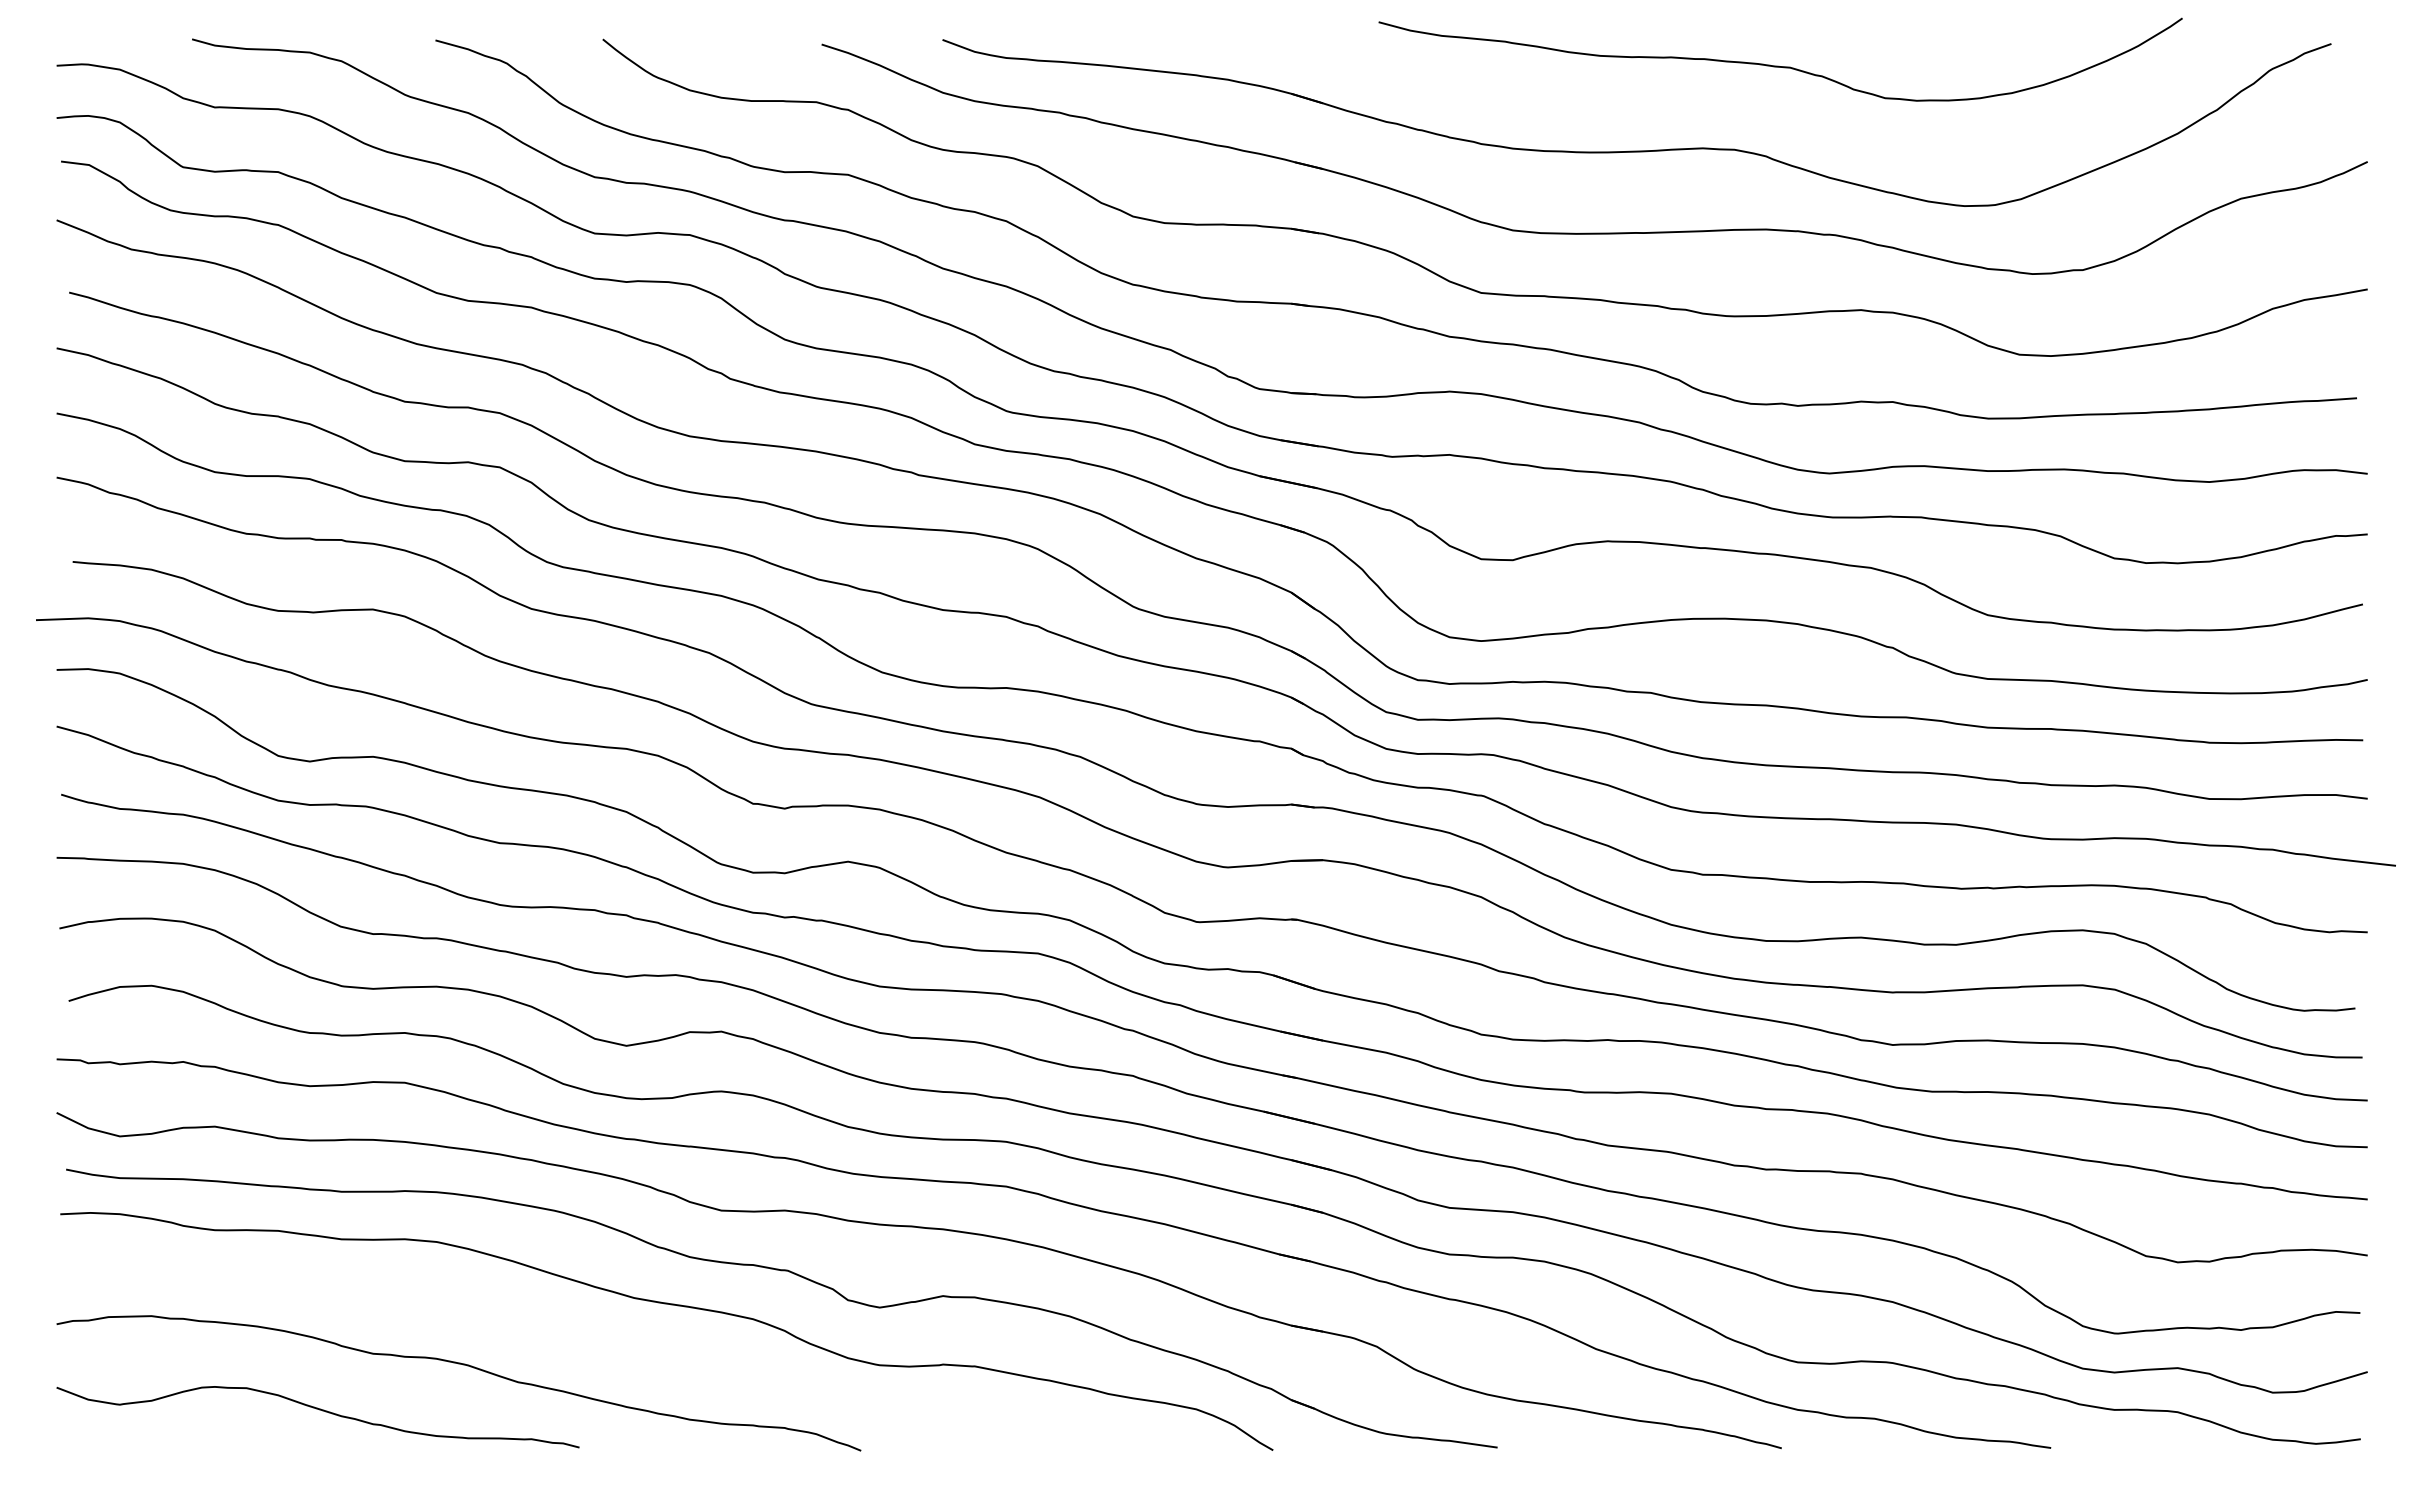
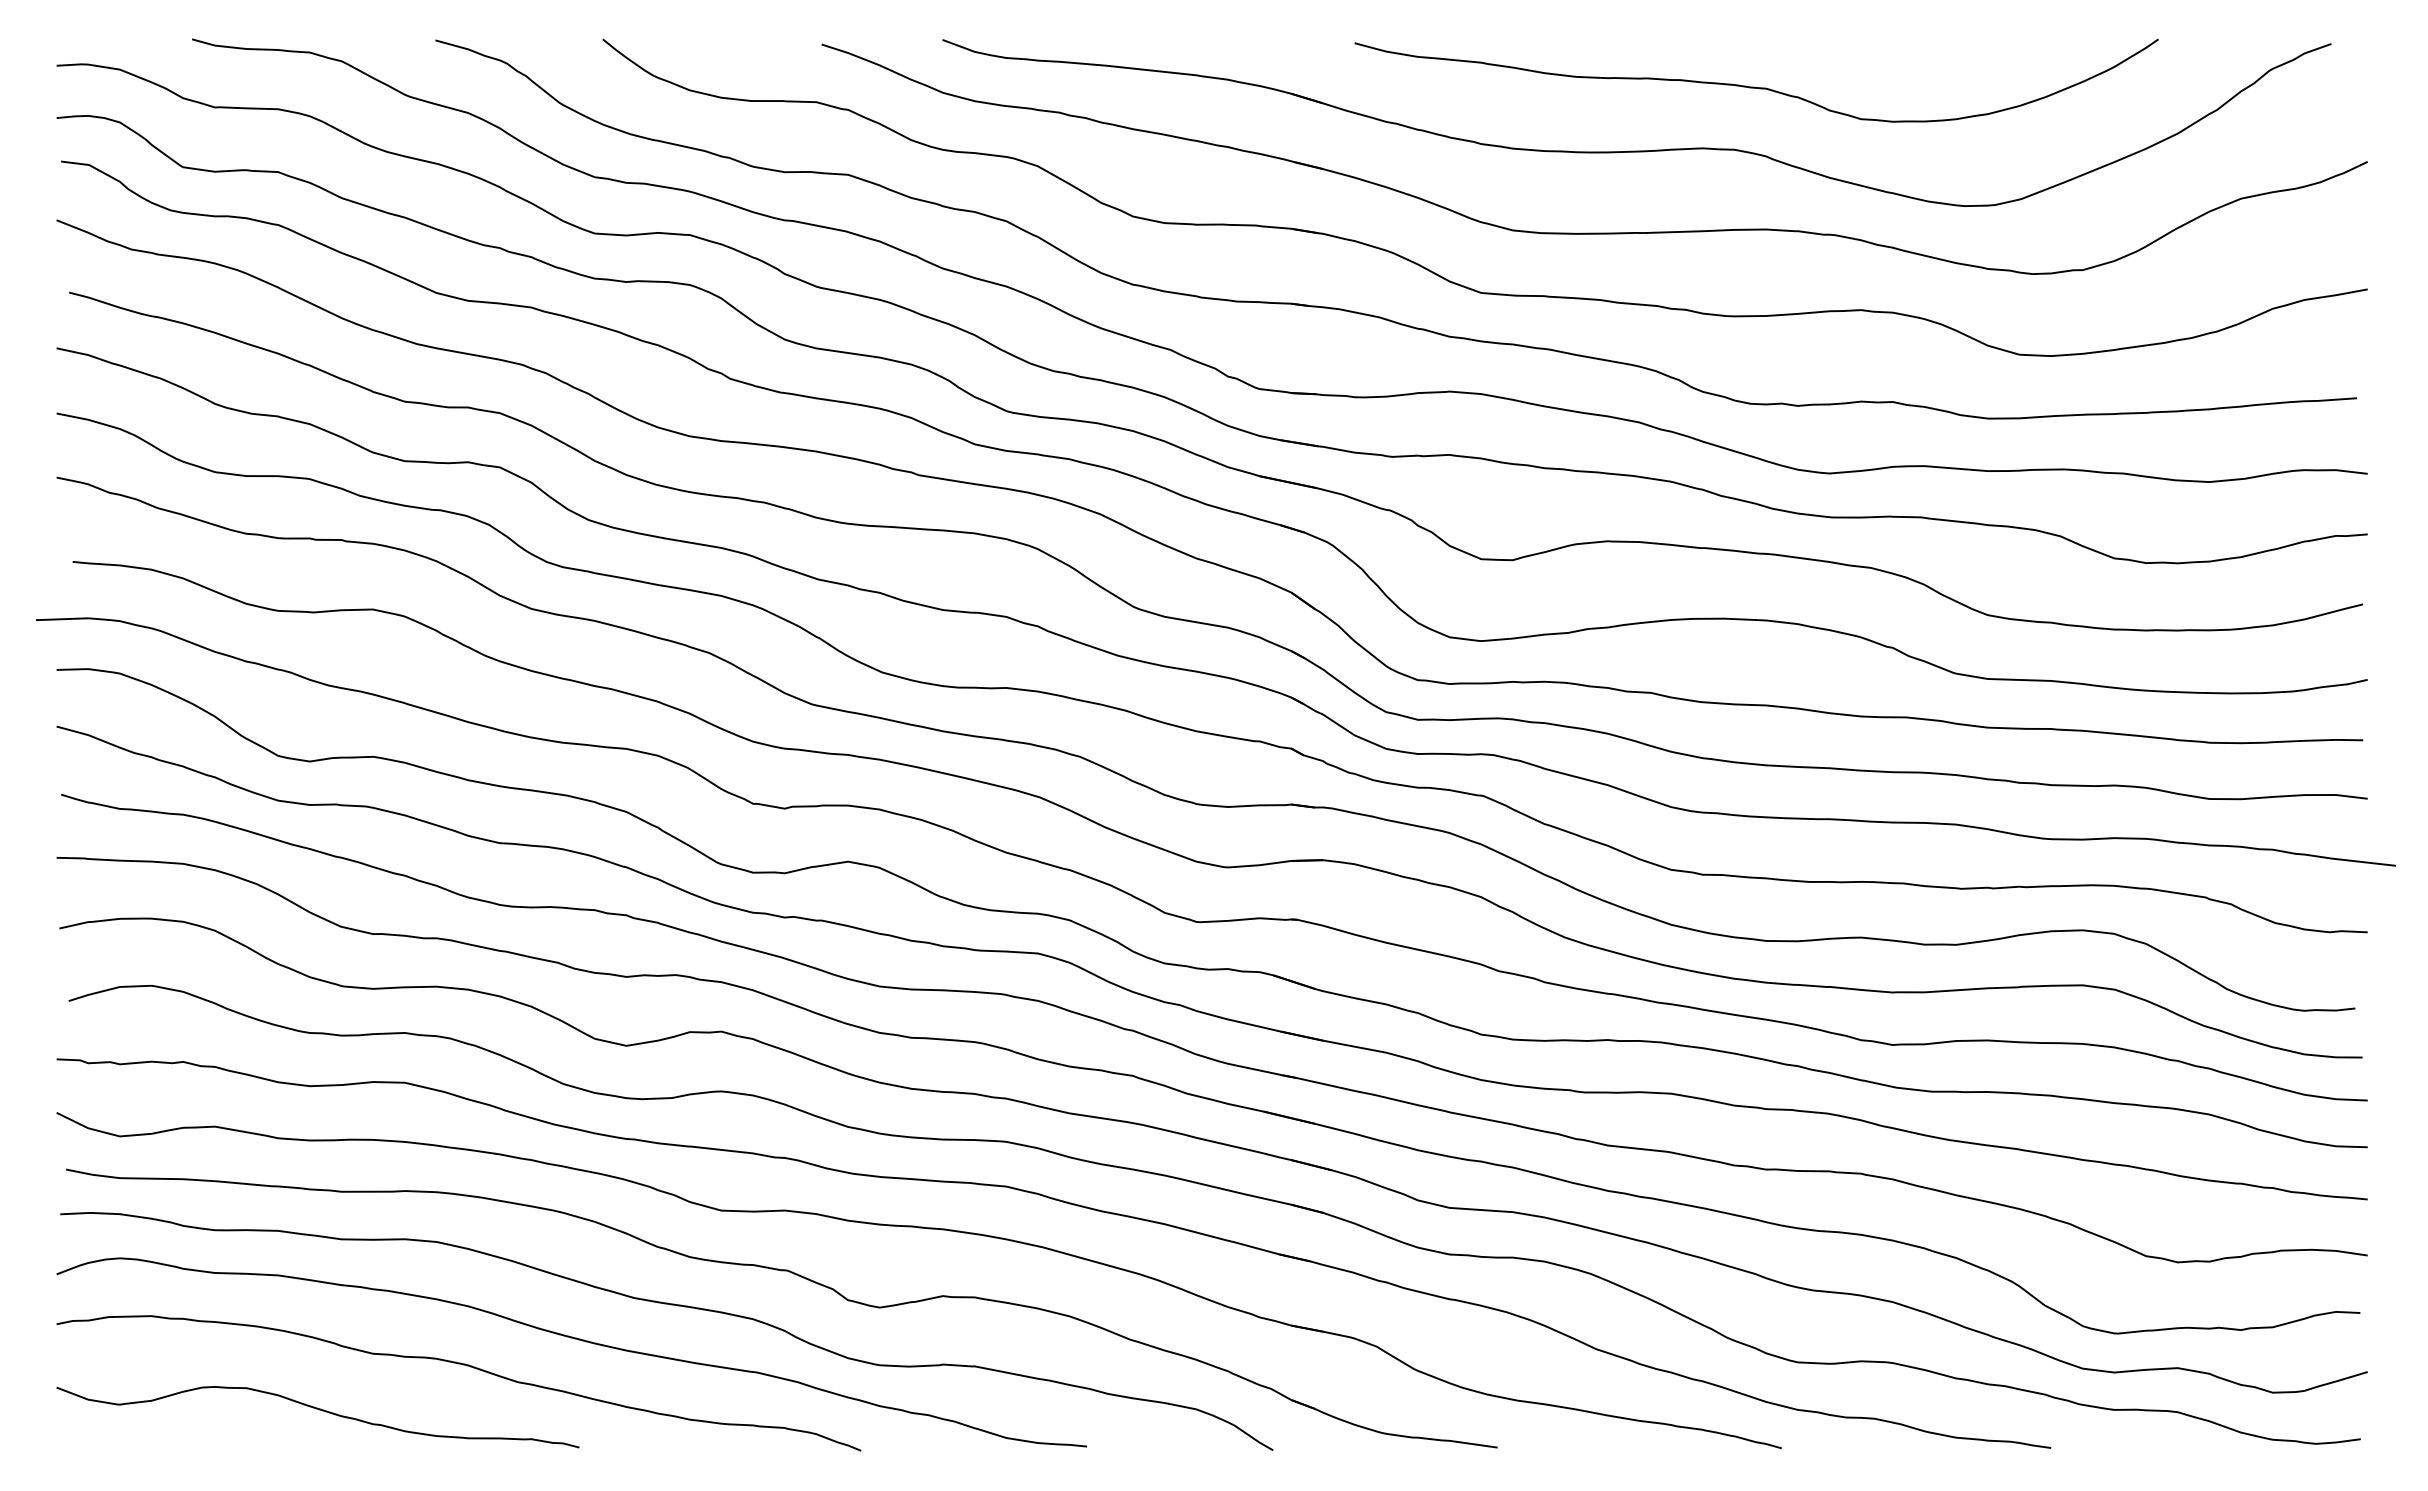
curve at (1778, 65) position: (1778, 65) -> (1754, 86)
curve at (574, 1339): none -> present
